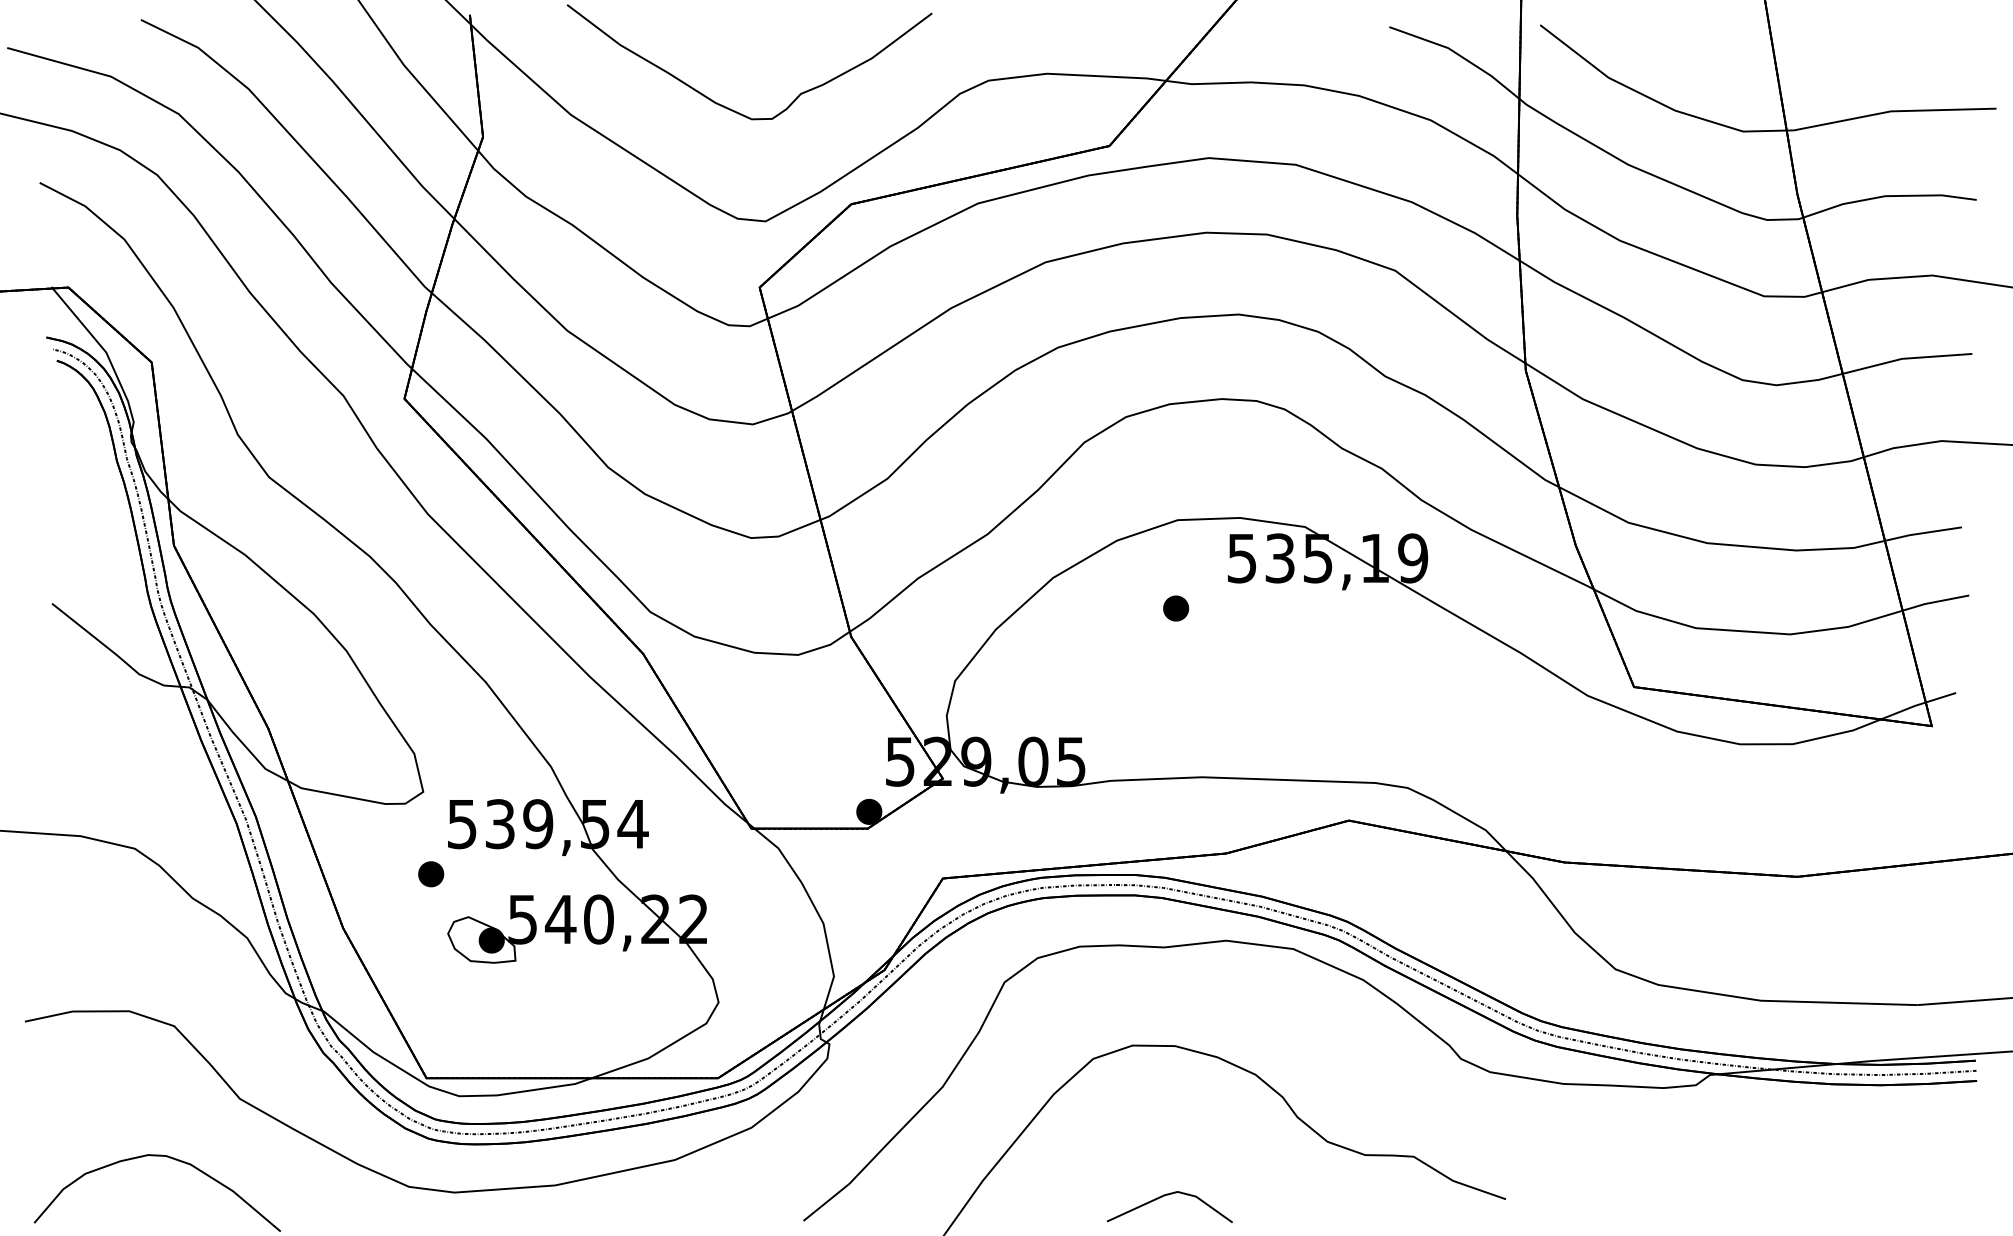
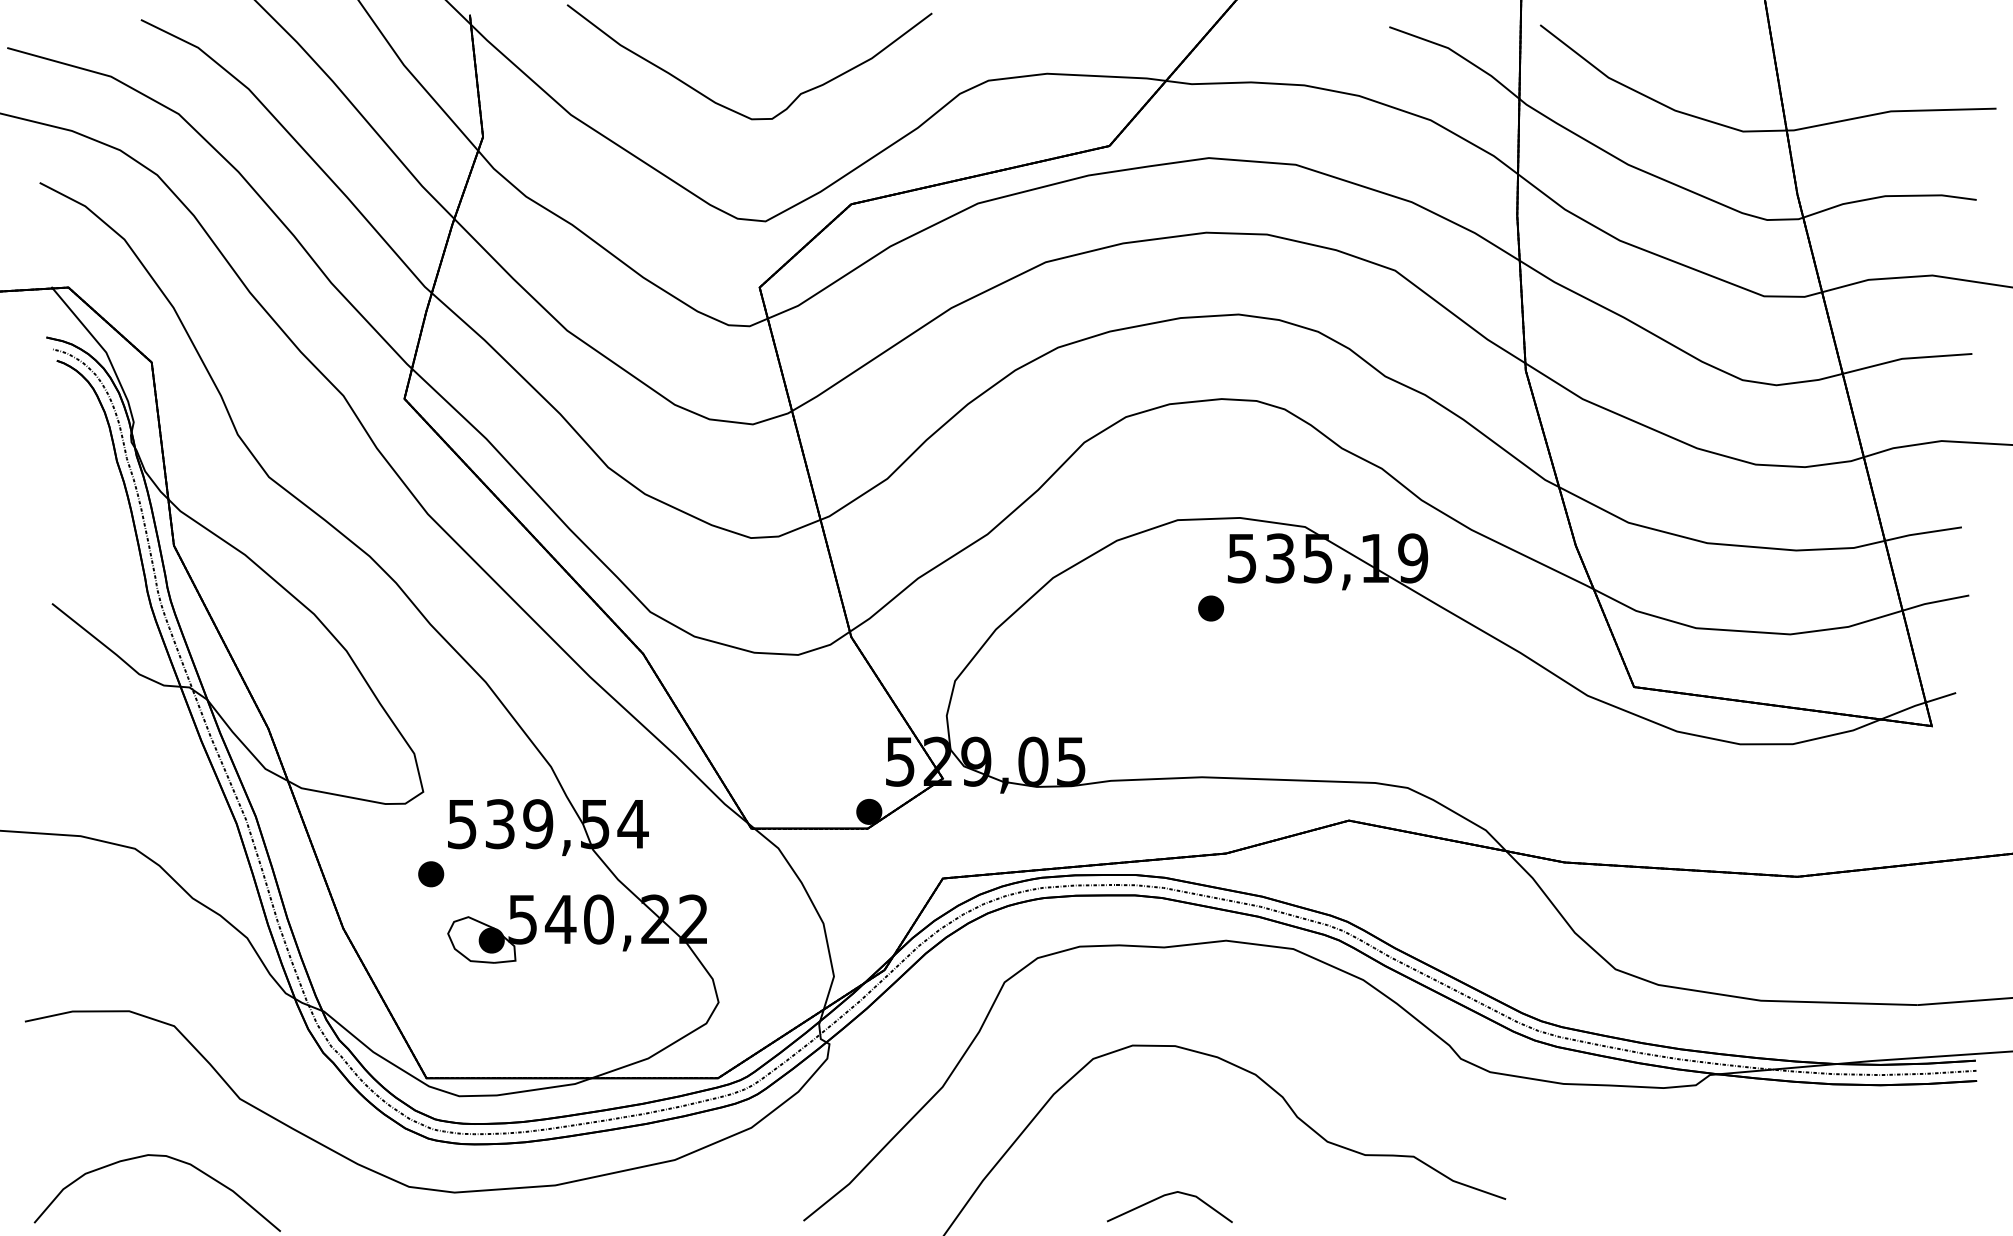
part at (1176, 608) position: (1176, 608) -> (1211, 608)
